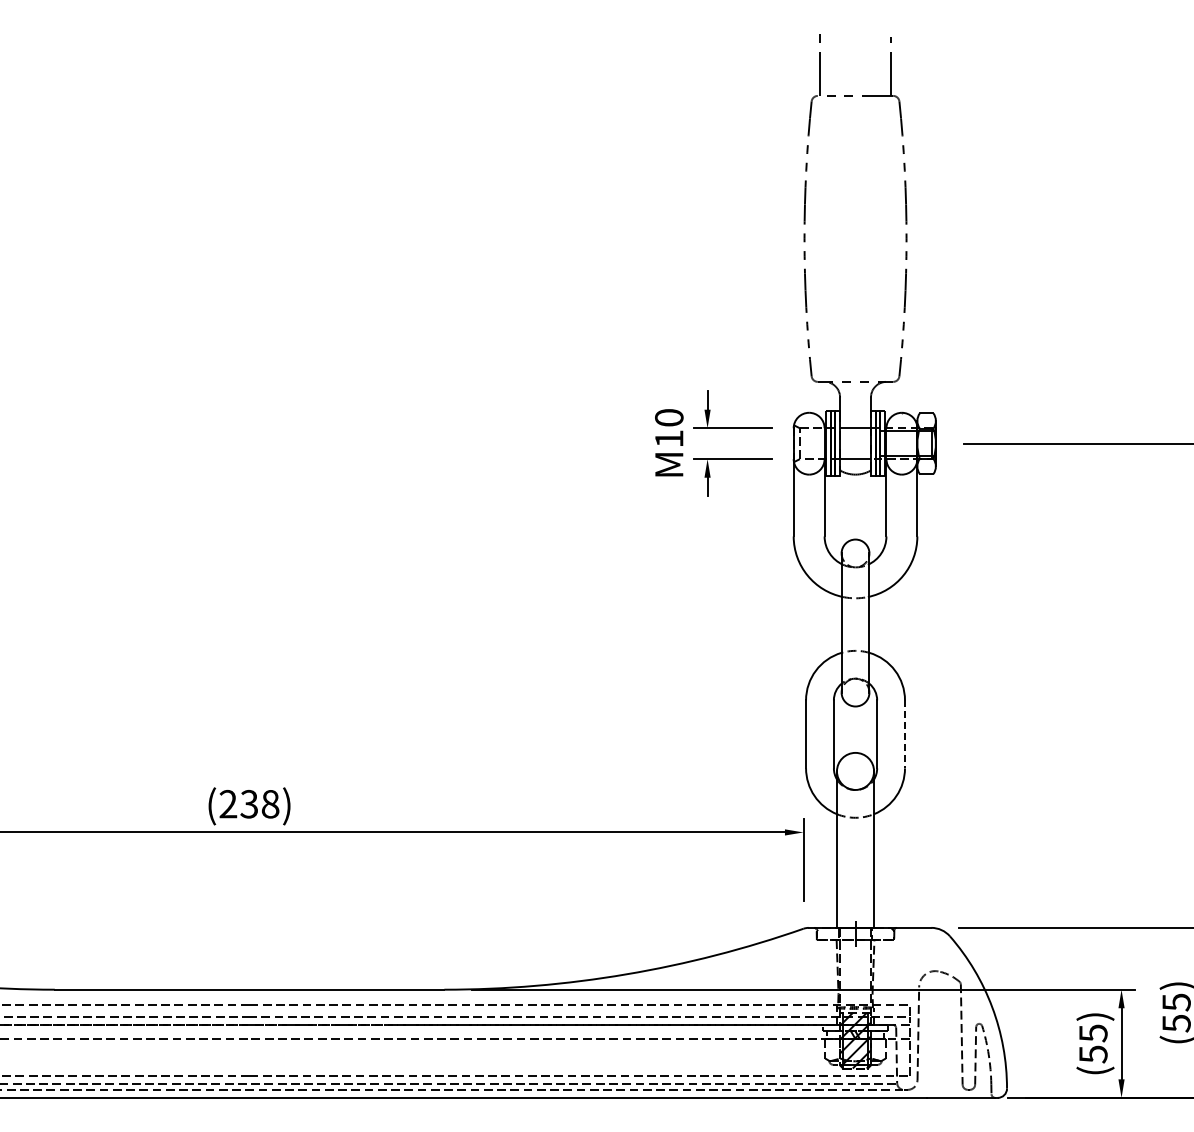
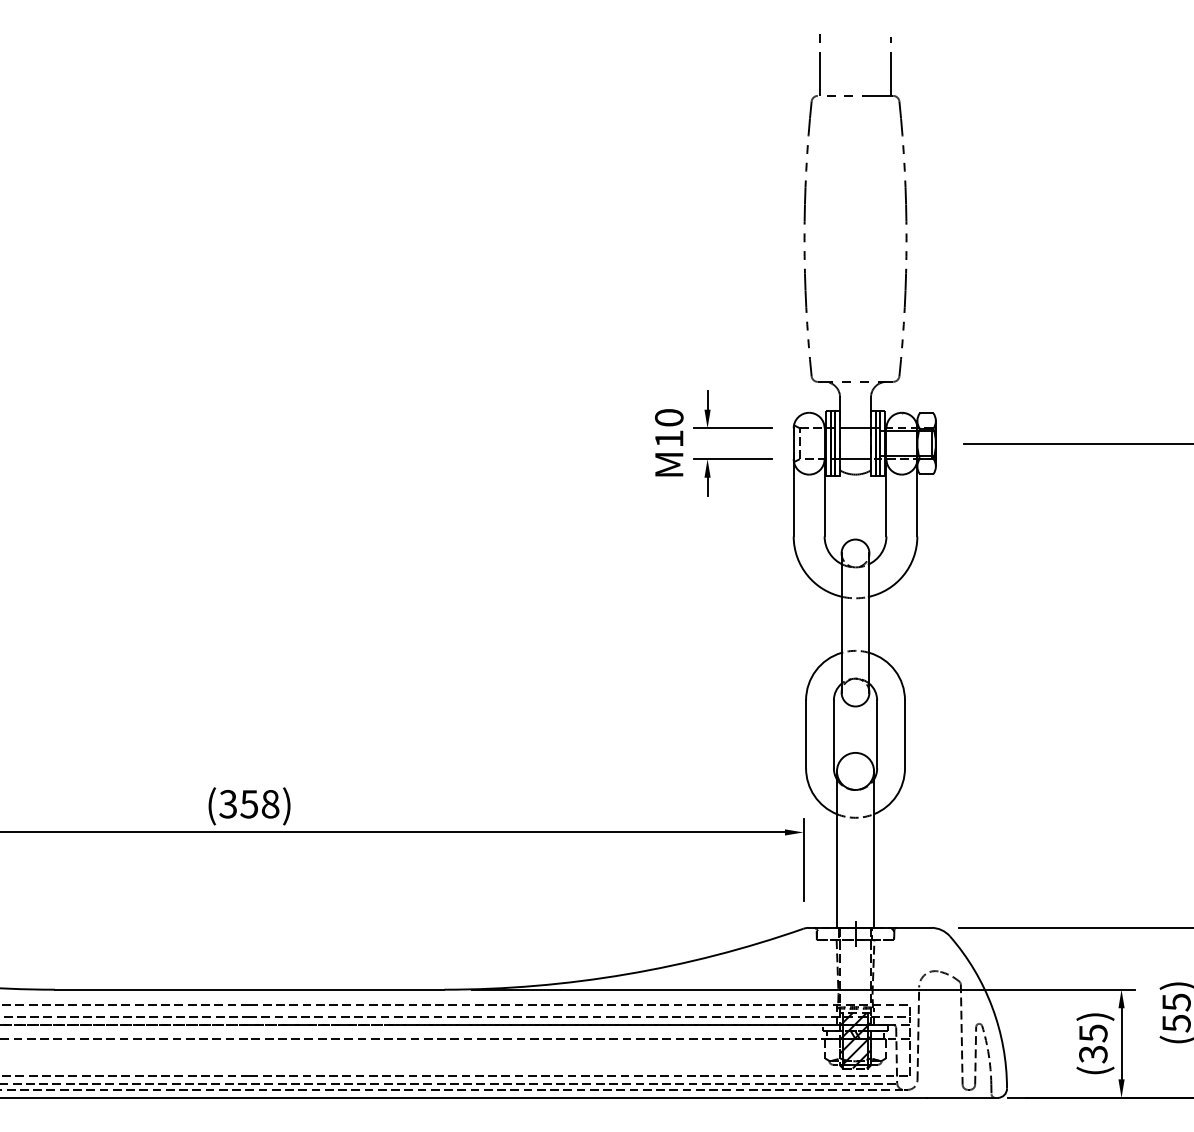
line at (905, 734): dashed -> solid
text at (238, 803): (238) -> (358)
text at (1093, 1054): (55) -> (35)
